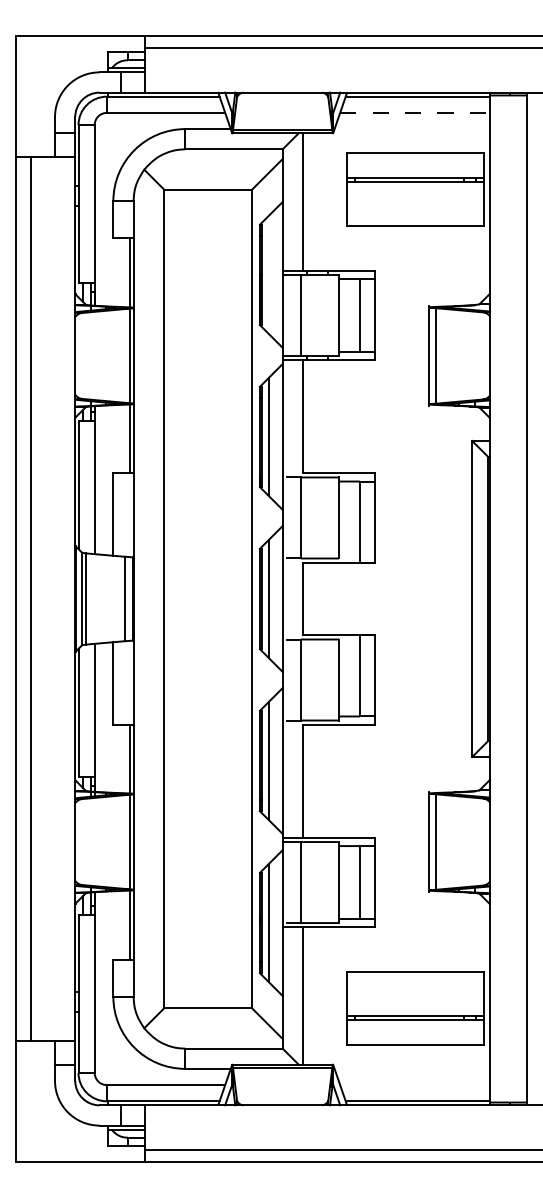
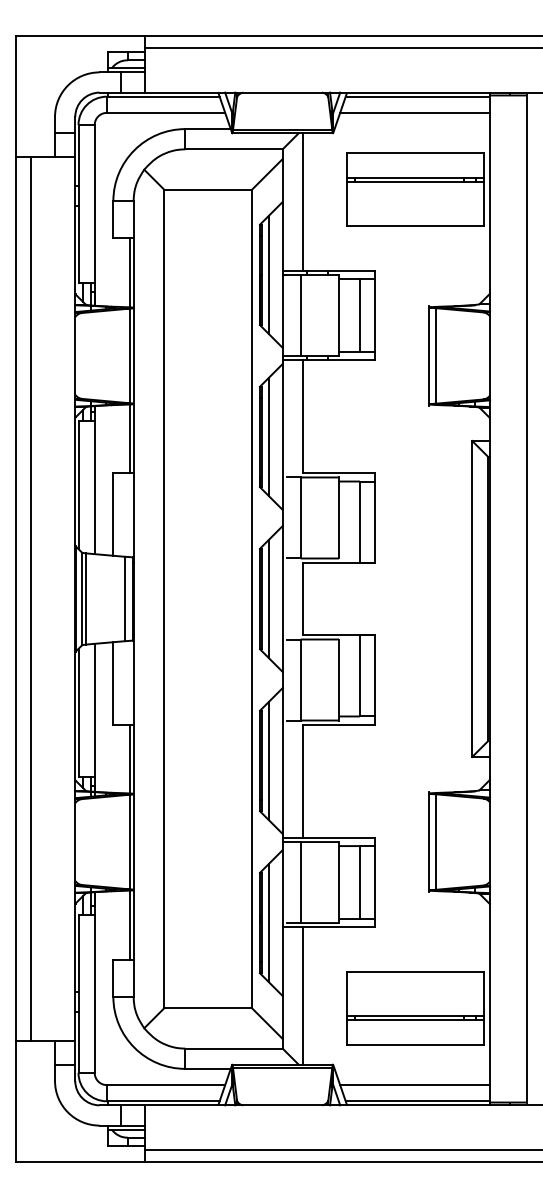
line at (415, 112): dashed -> solid
line at (268, 274): none -> present
line at (415, 1085): none -> present
